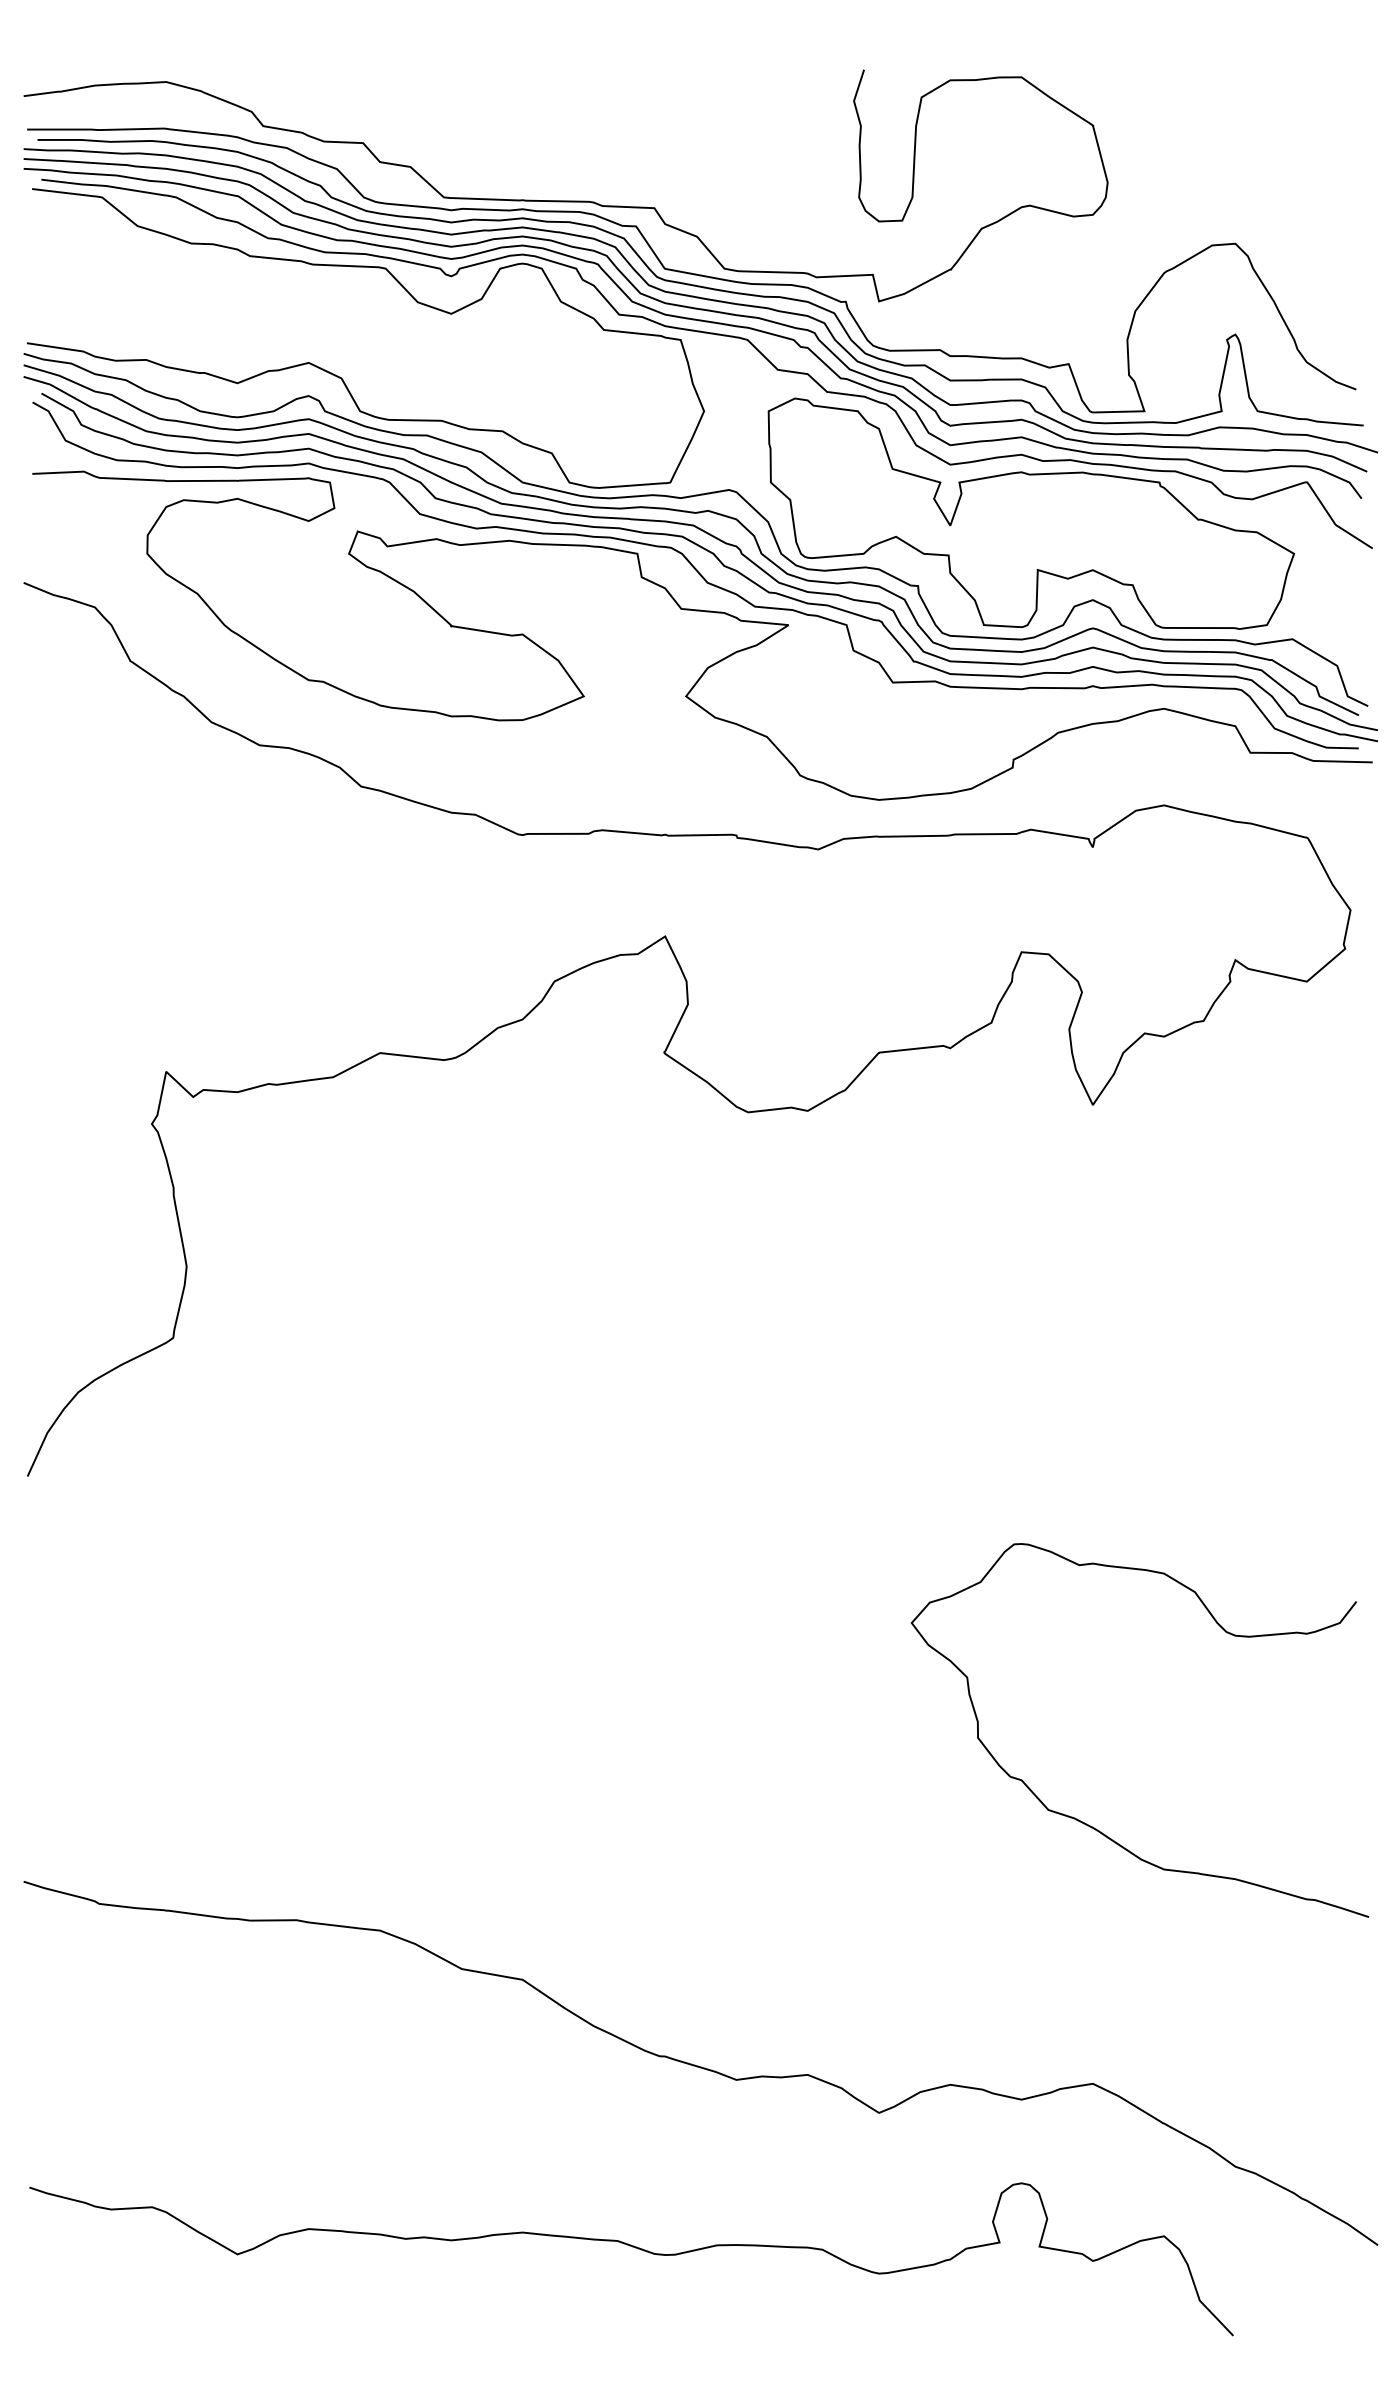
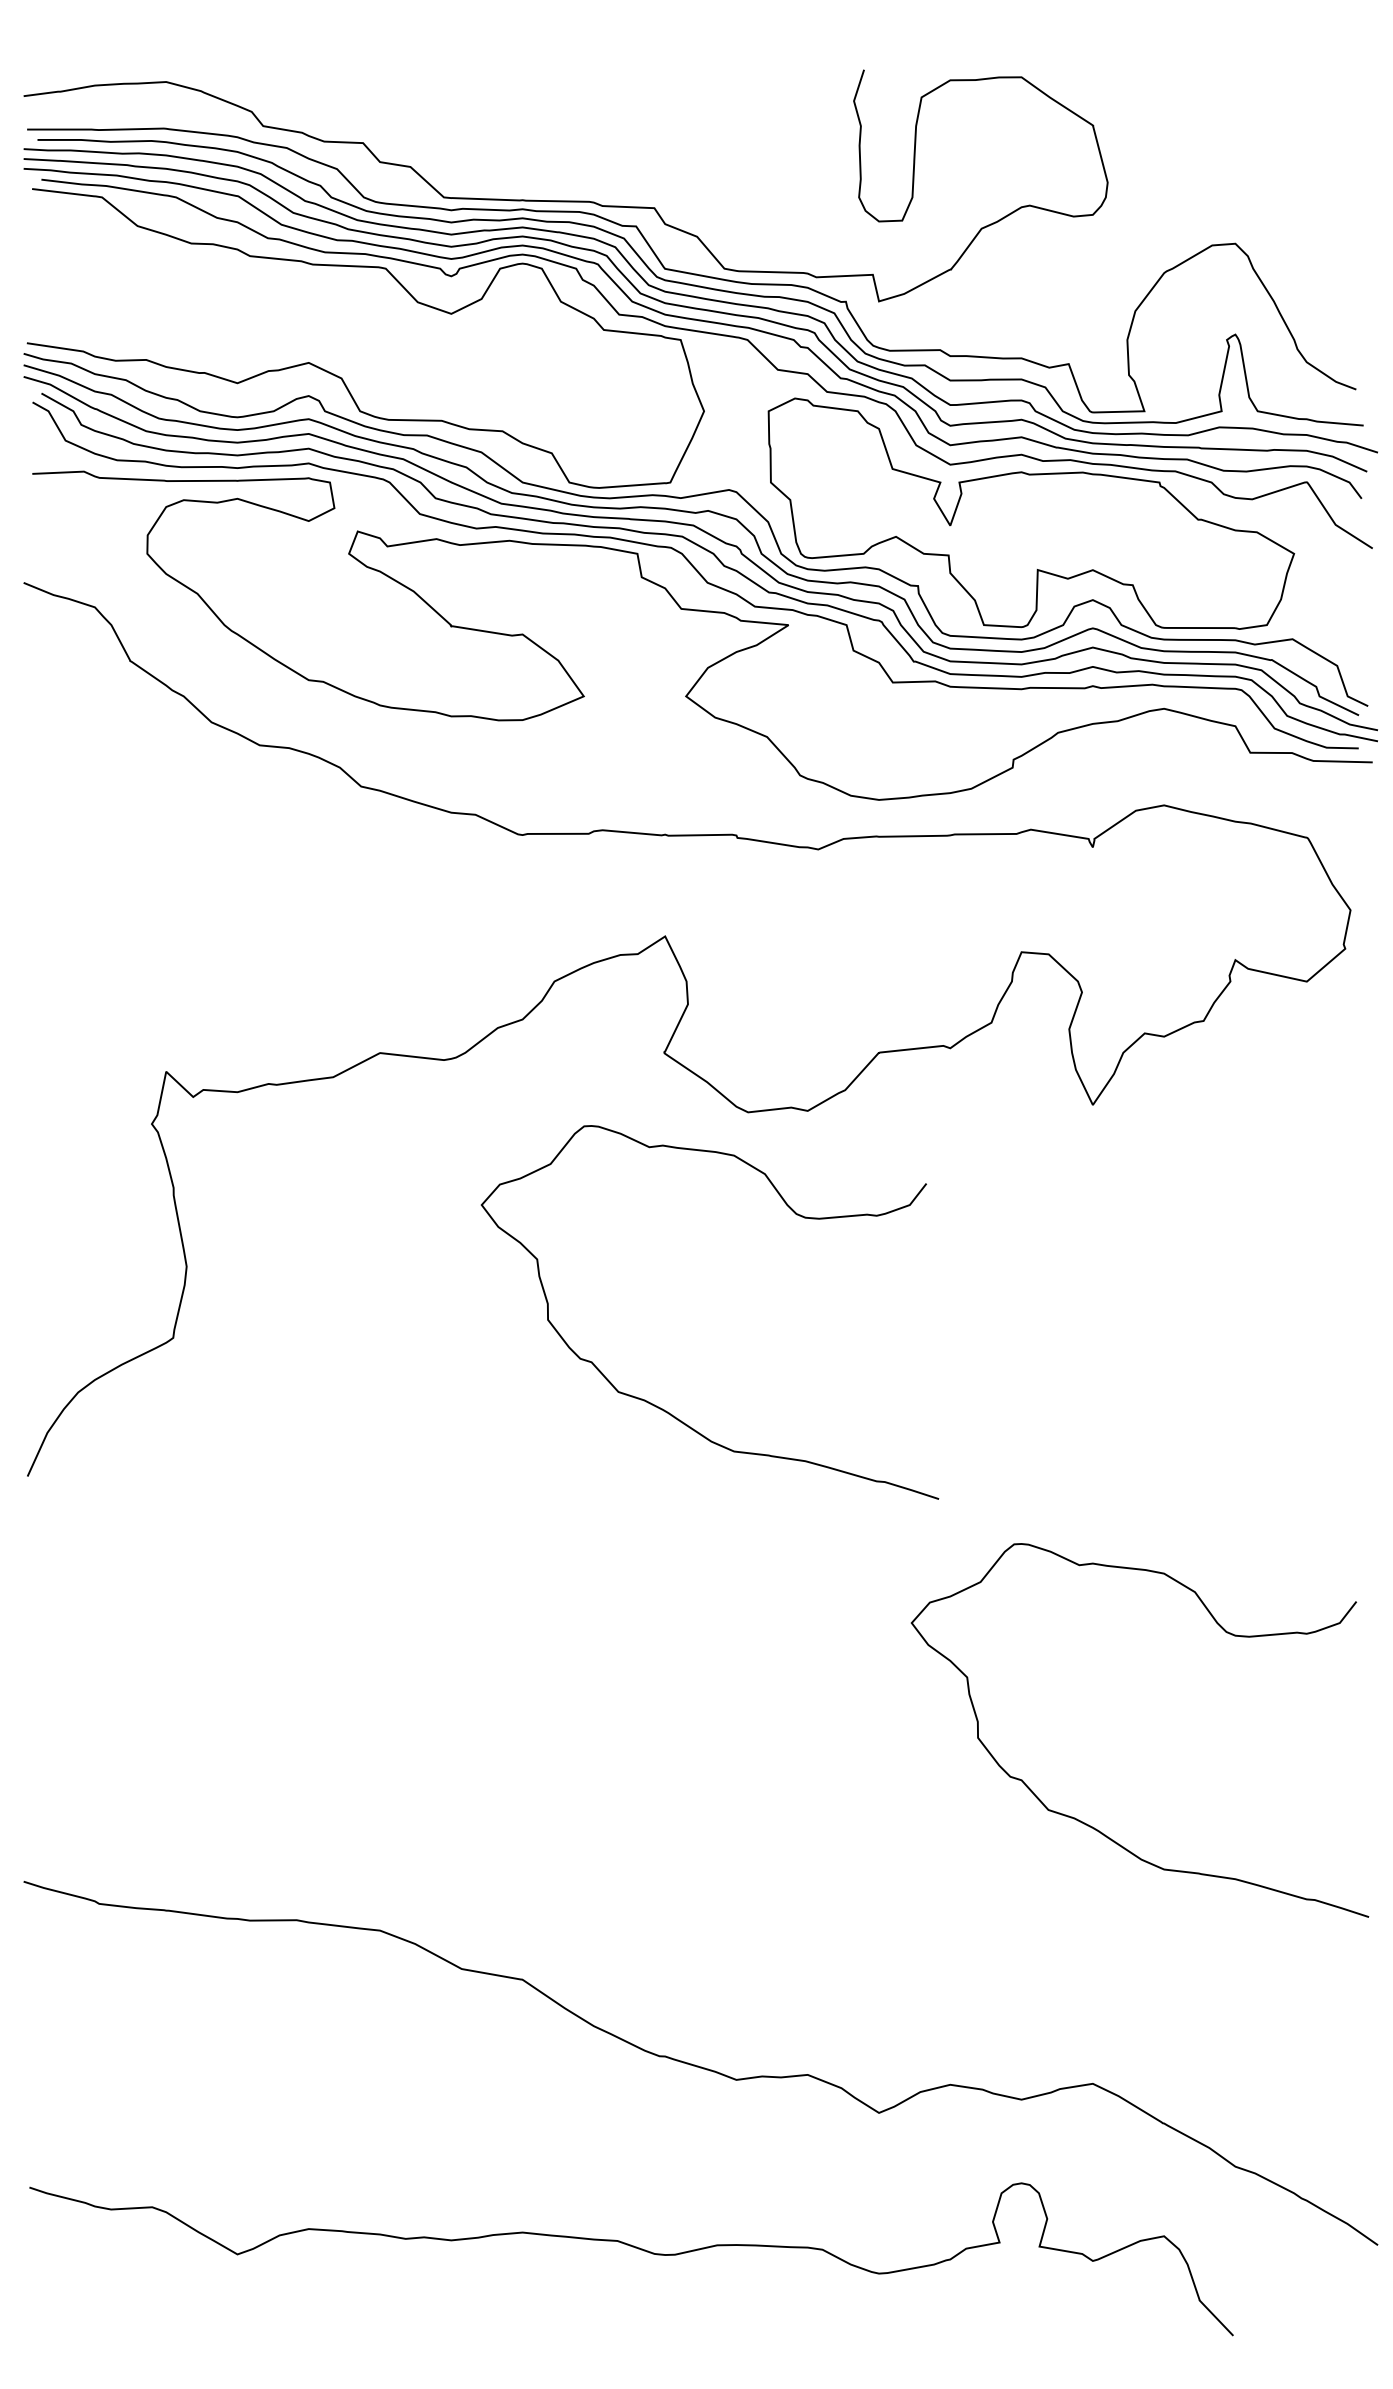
curve at (662, 1408): none -> present
